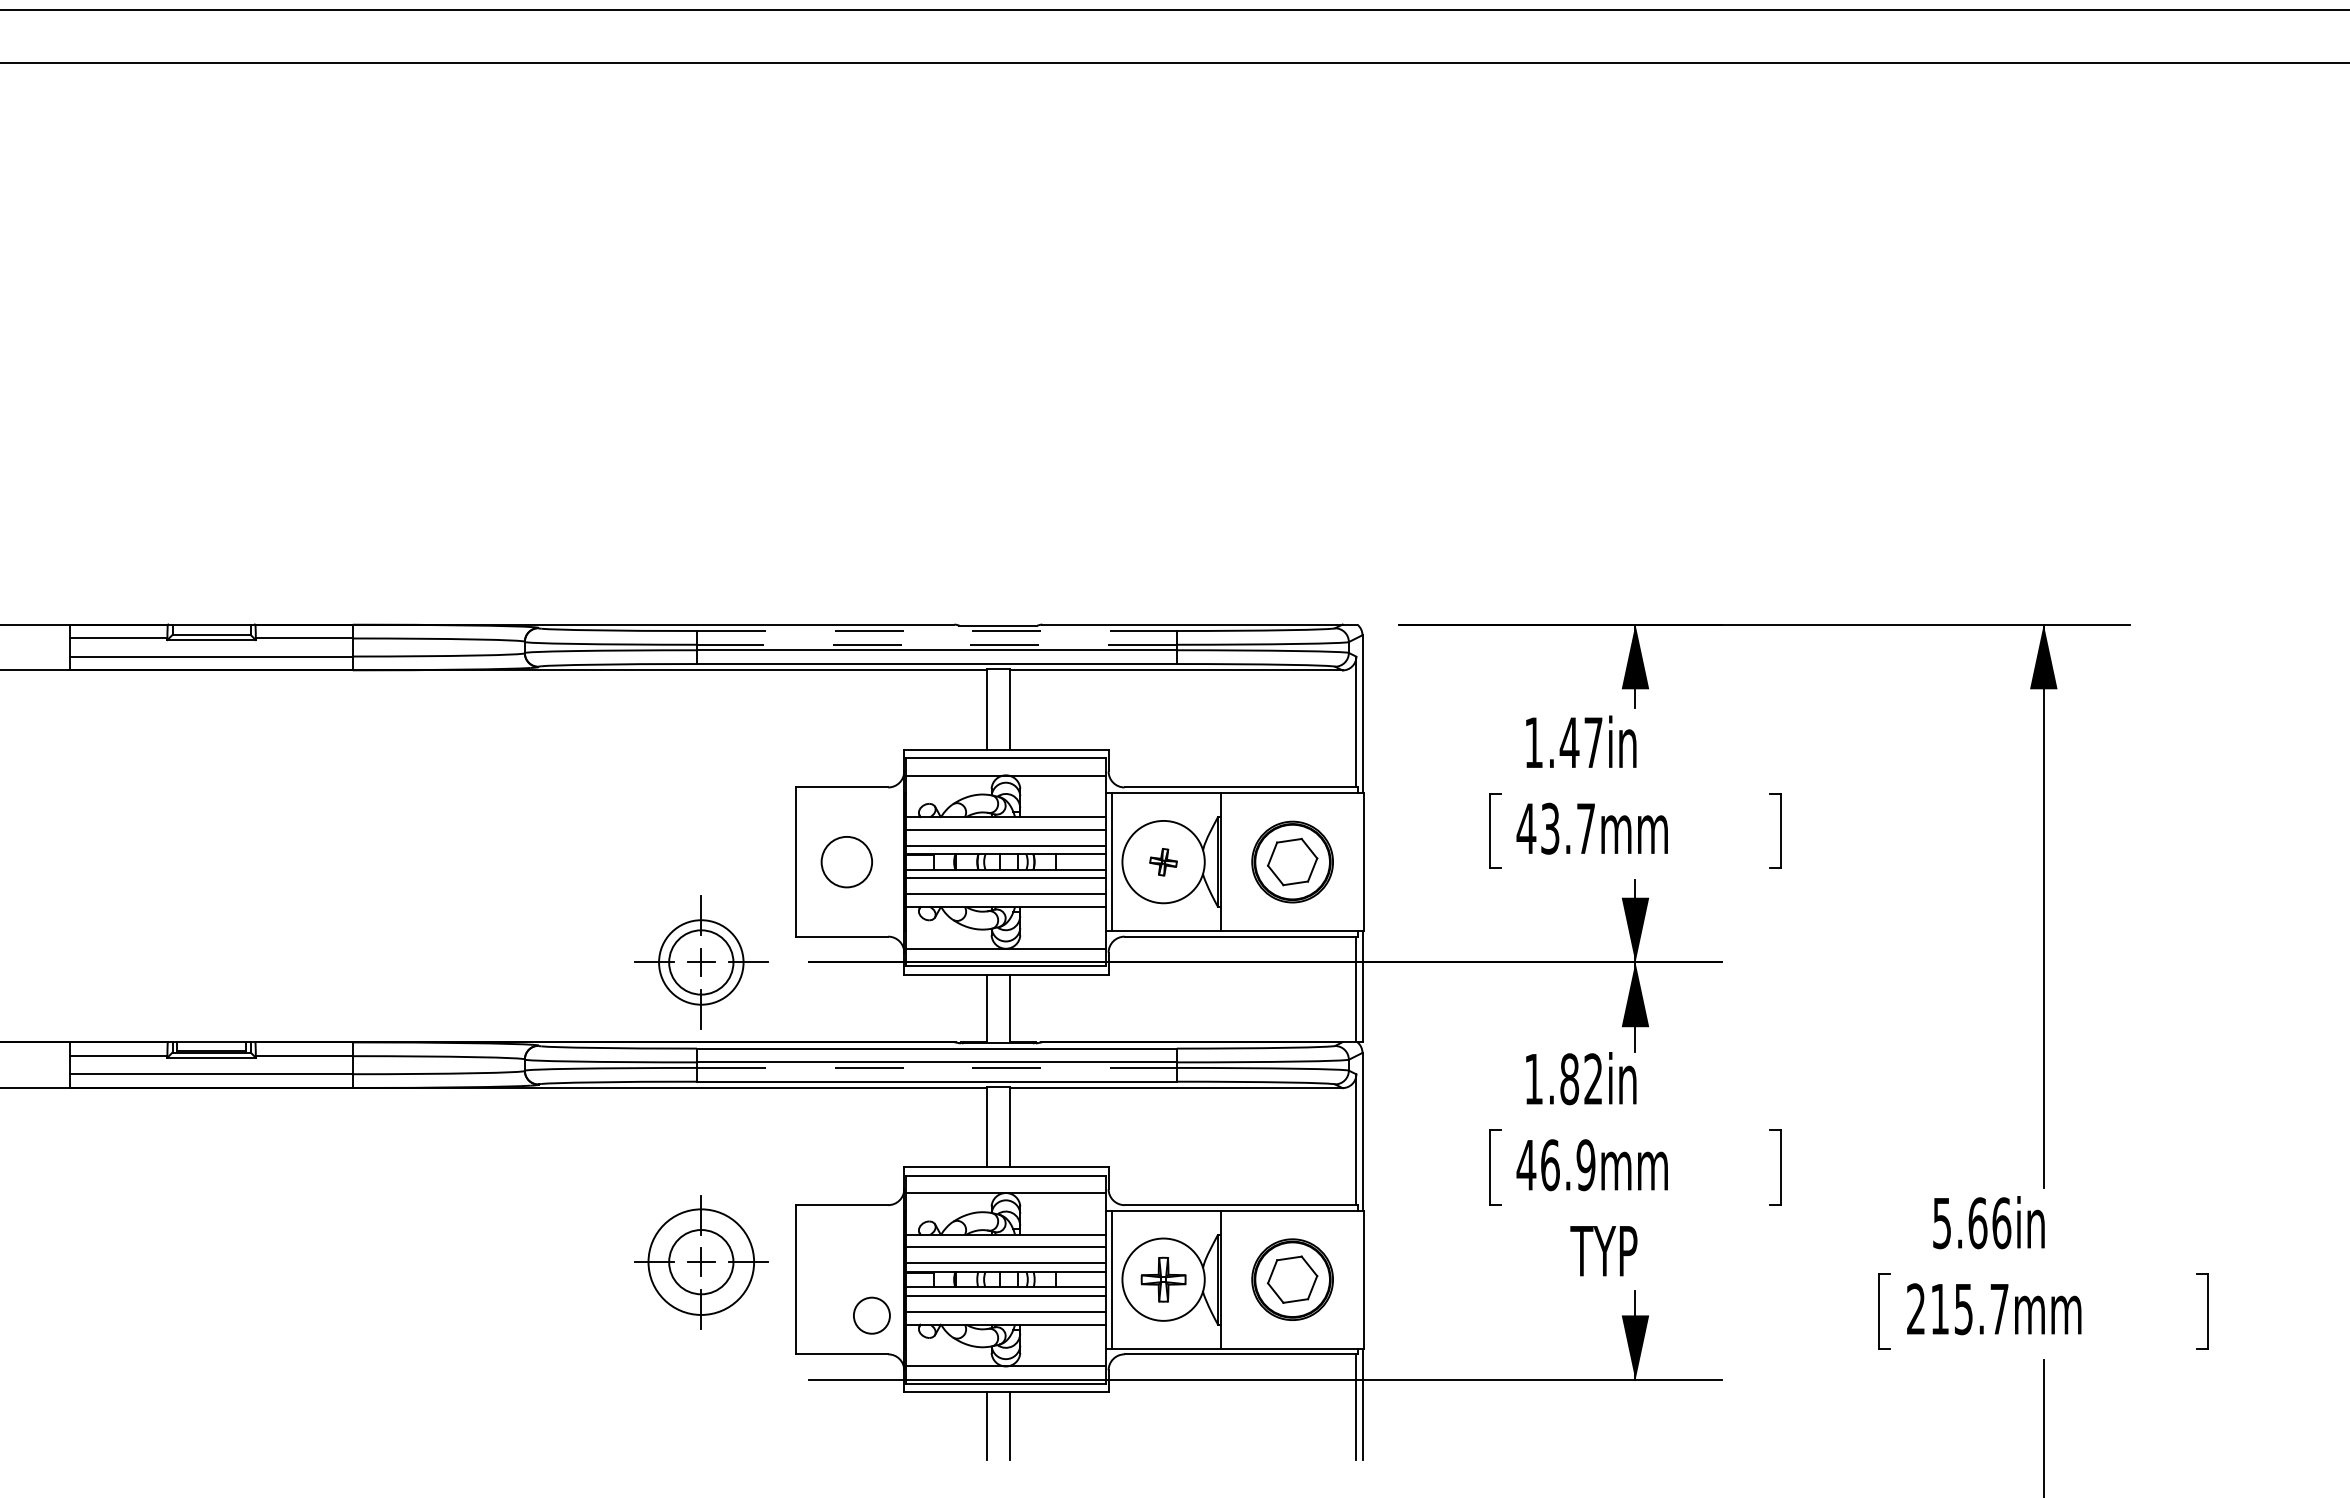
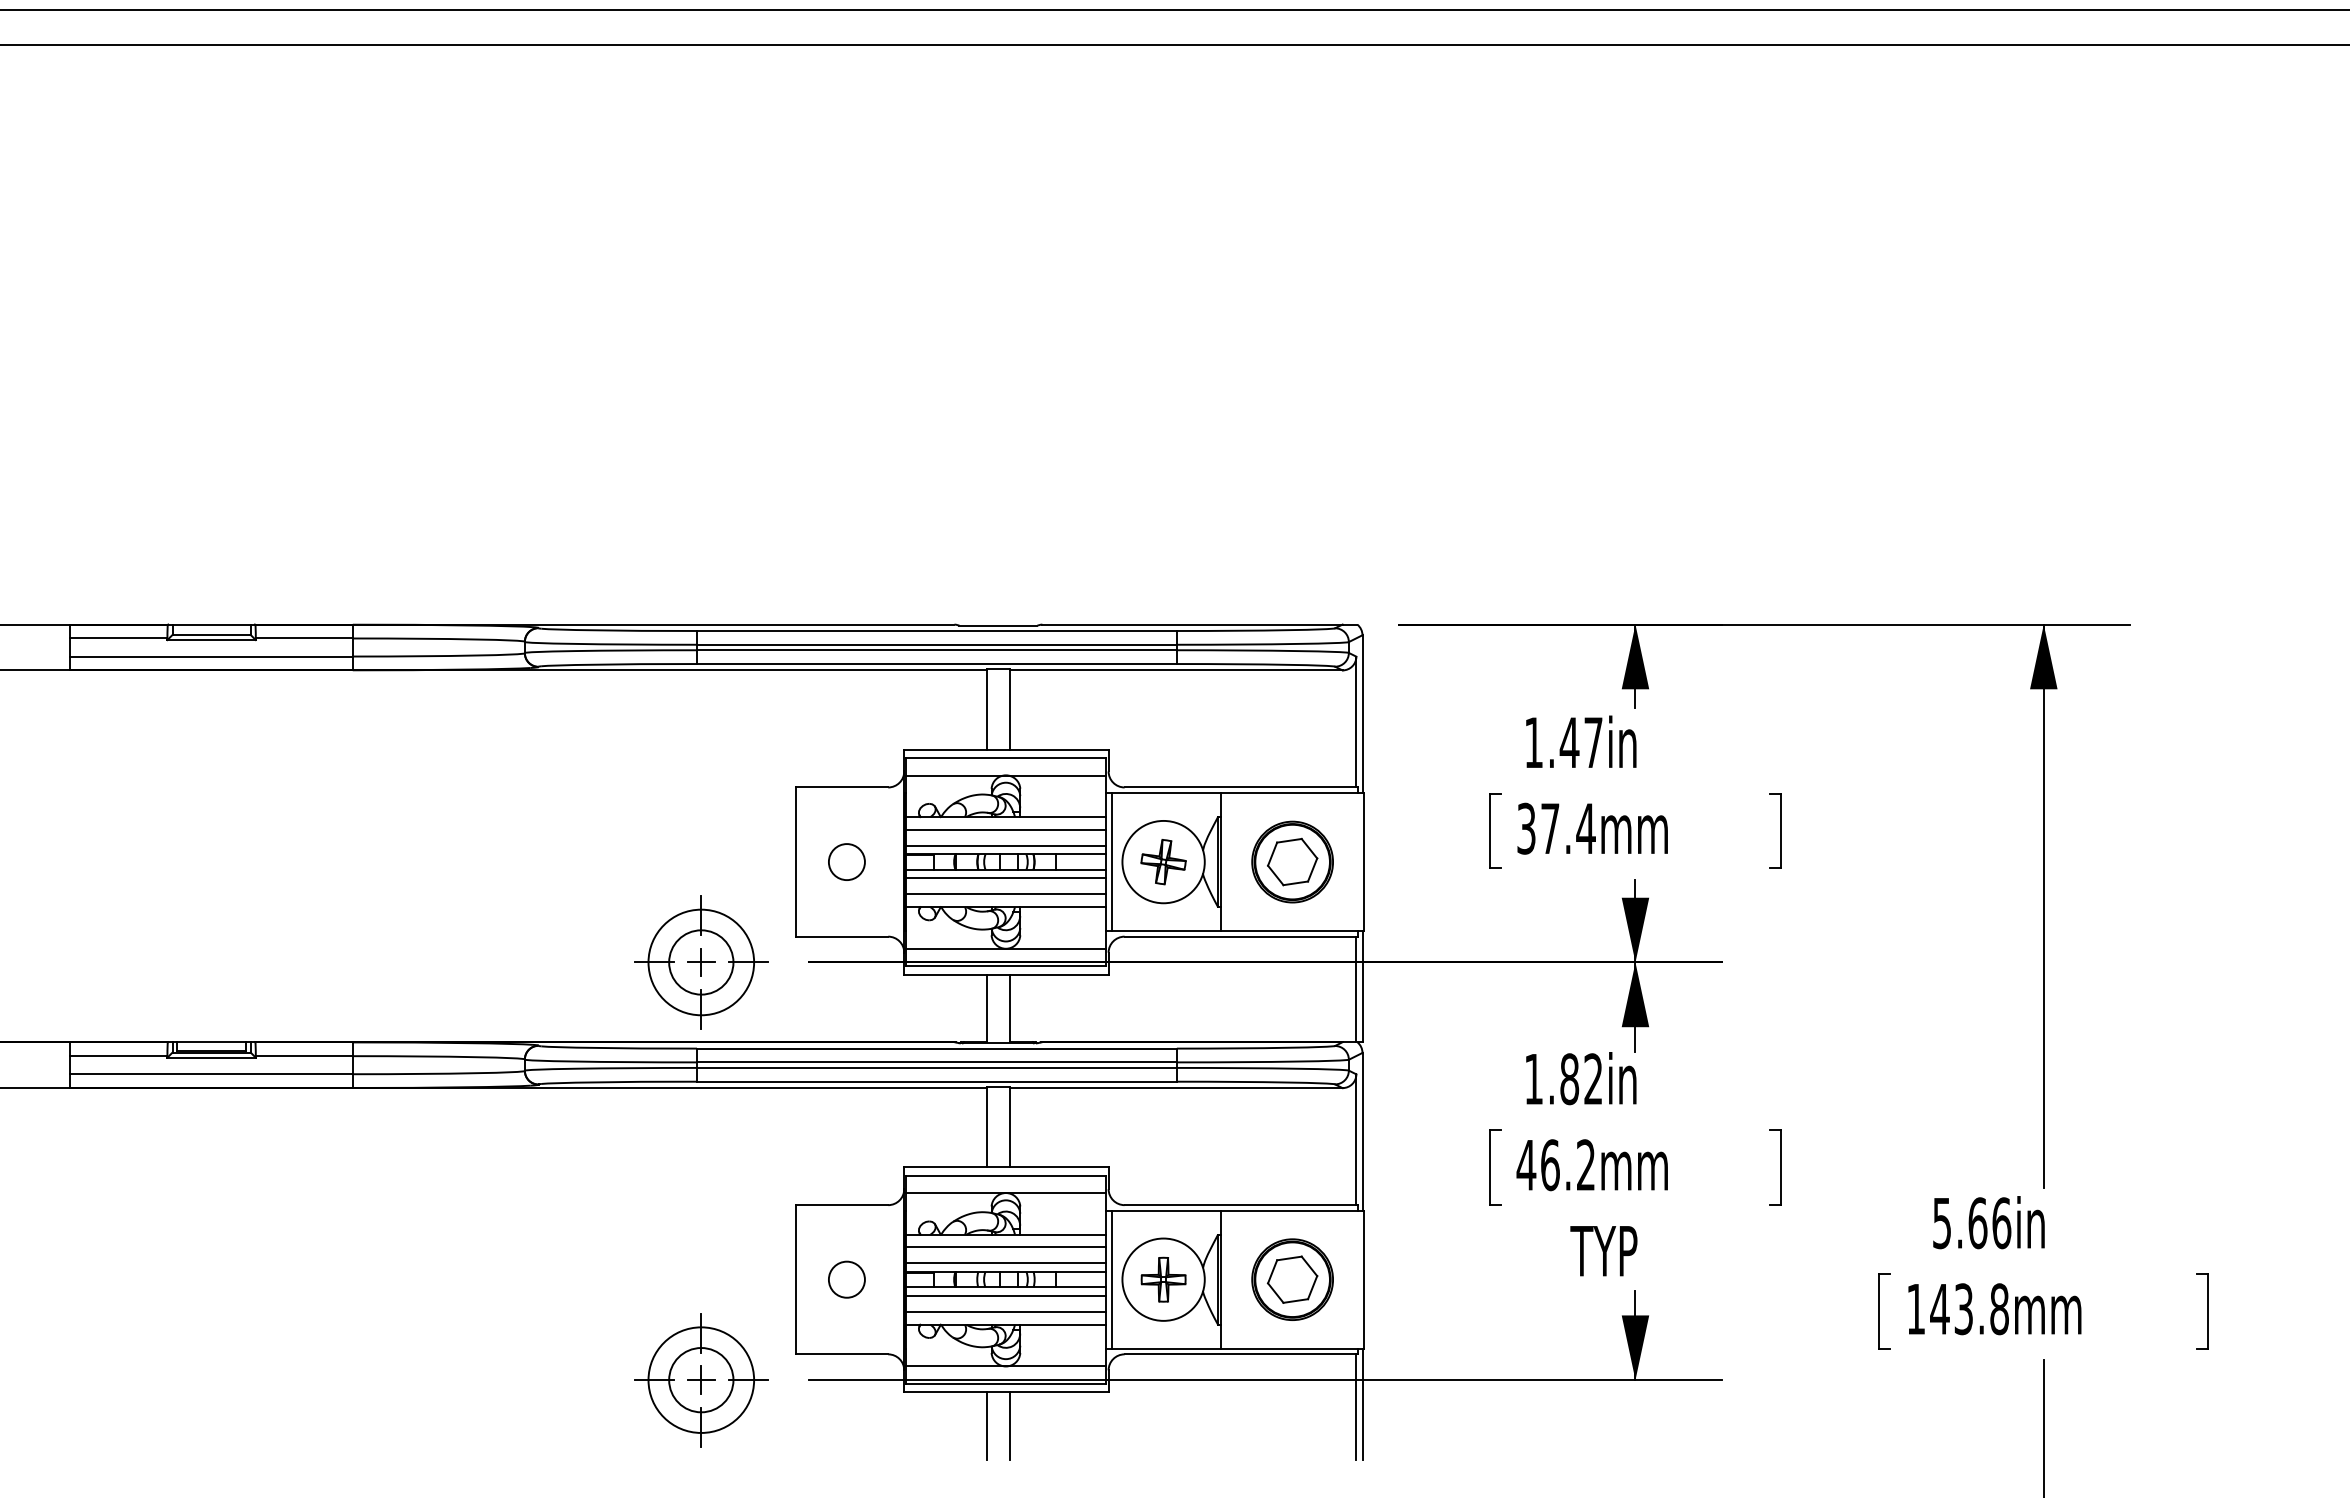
line at (1174, 62) position: (1174, 62) -> (1174, 44)
line at (936, 630): dashed -> solid
line at (936, 644): dashed -> solid
text at (1555, 828): 43.7mm -> 37.4mm
circle at (846, 862) size: 53x53 px -> 38x38 px
part at (1163, 862) size: 29x29 px -> 47x47 px
circle at (701, 962) diameter: 84 px -> 106 px
line at (936, 1067): dashed -> solid
text at (1585, 1165): 46.9mm -> 46.2mm
part at (701, 1262) position: (701, 1262) -> (701, 1380)
text at (1957, 1309): 215.7mm -> 143.8mm
circle at (871, 1315) position: (871, 1315) -> (846, 1279)
